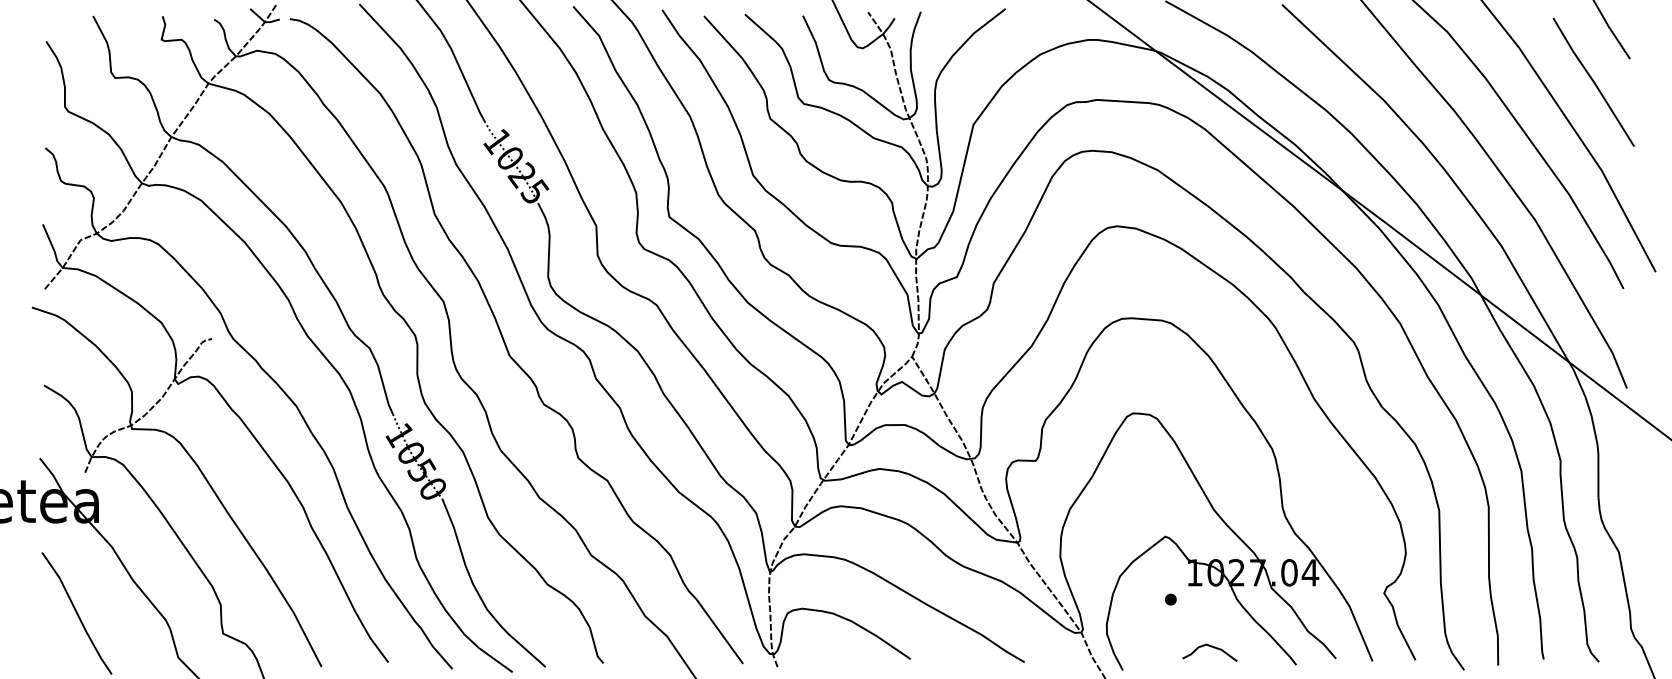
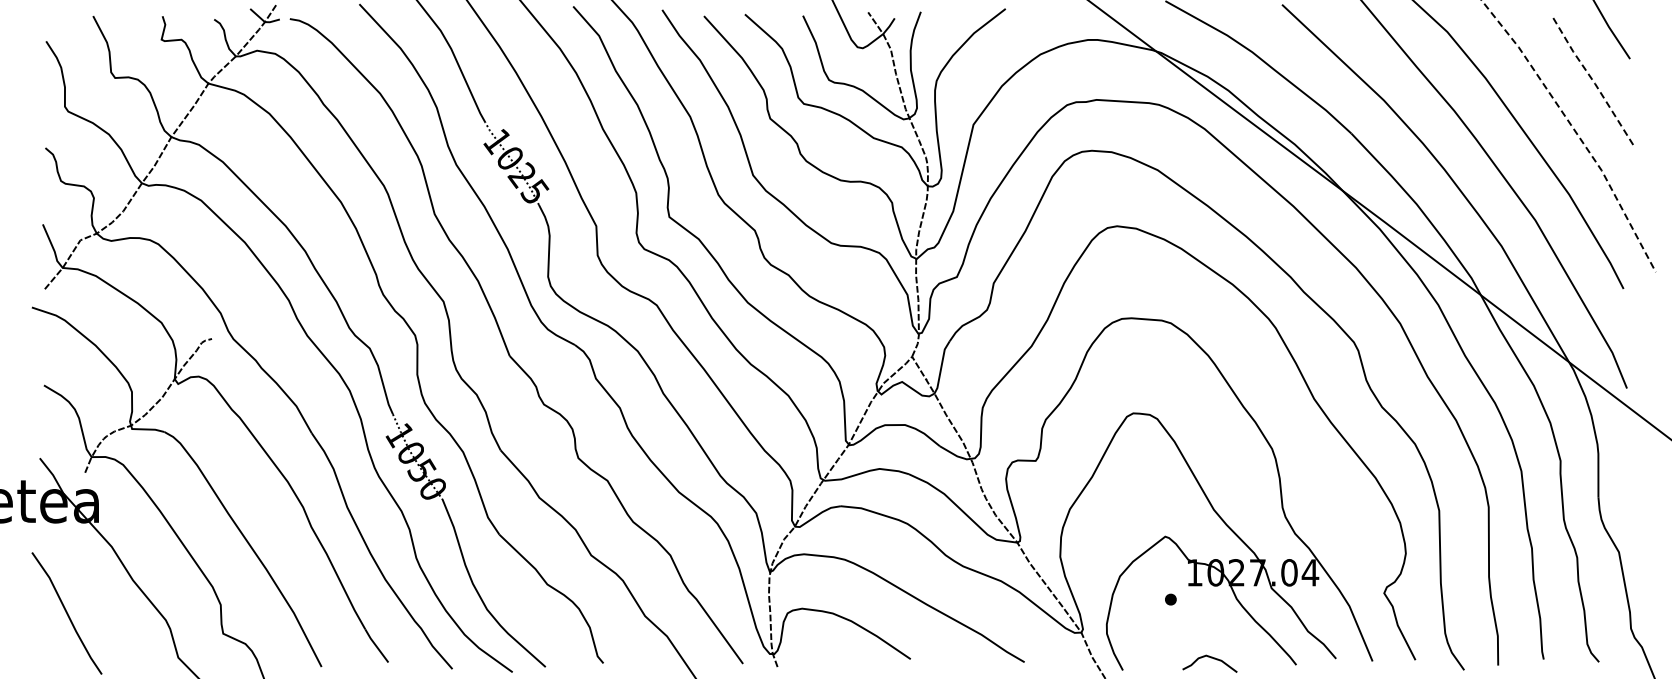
line at (1593, 81): solid -> dashed
line at (1576, 132): solid -> dashed
line at (76, 613) position: (76, 613) -> (66, 613)
curve at (1211, 647) position: (1211, 647) -> (1211, 658)
